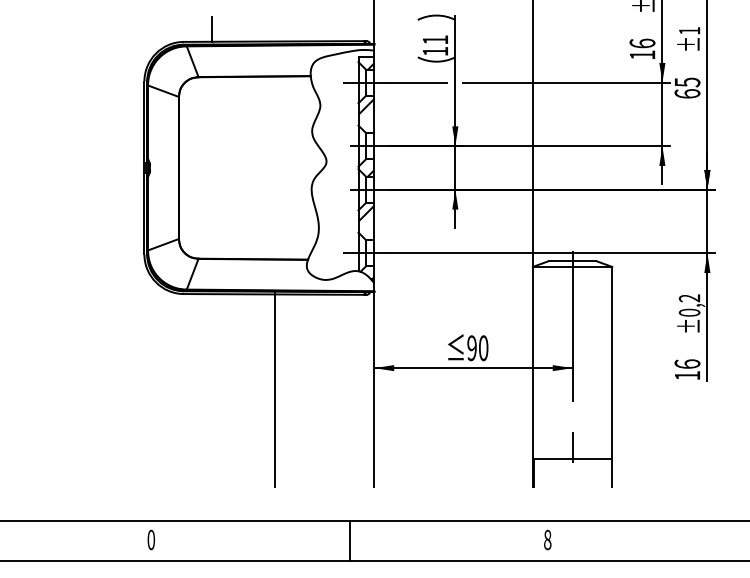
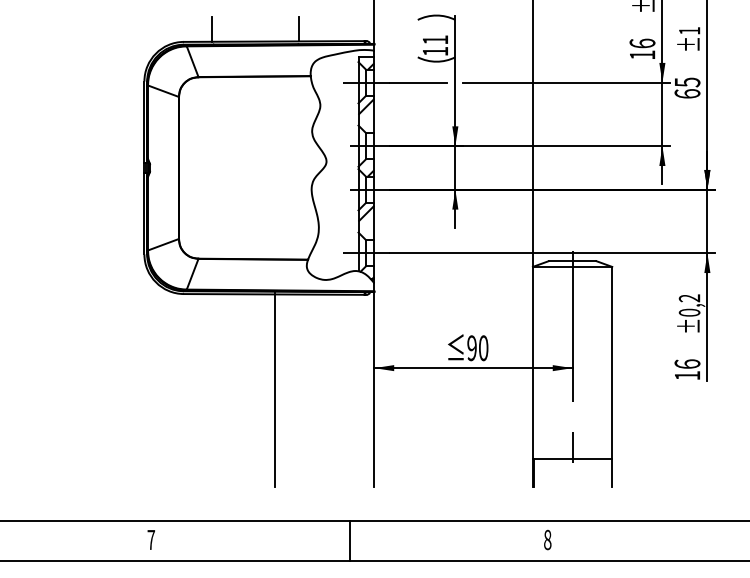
line at (299, 29): none -> present
text at (151, 539): 0 -> 7
